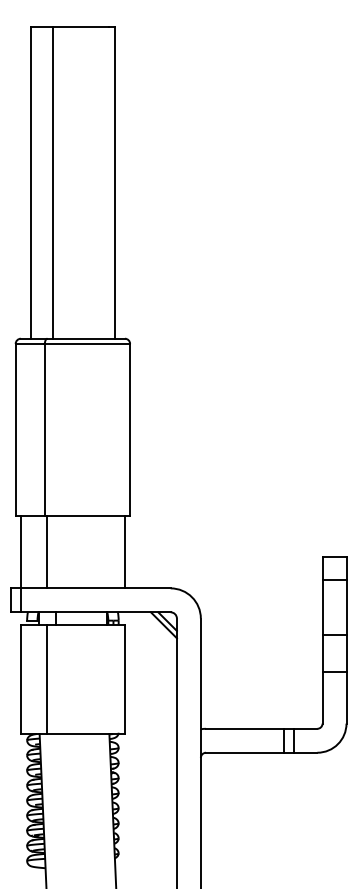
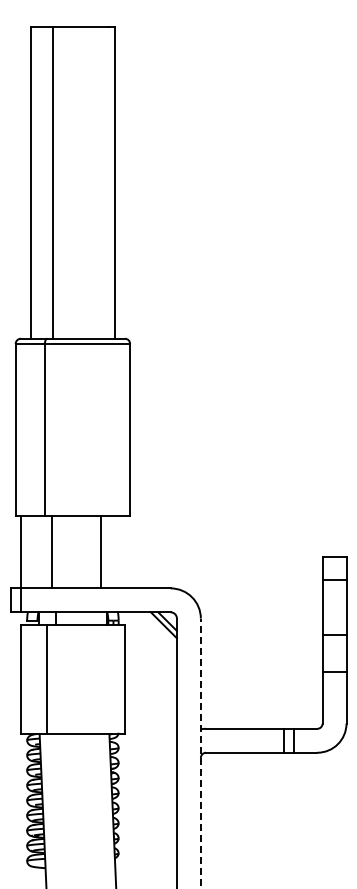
line at (47, 551) position: (47, 551) -> (52, 551)
line at (124, 551) position: (124, 551) -> (100, 551)
line at (200, 753): solid -> dashed
